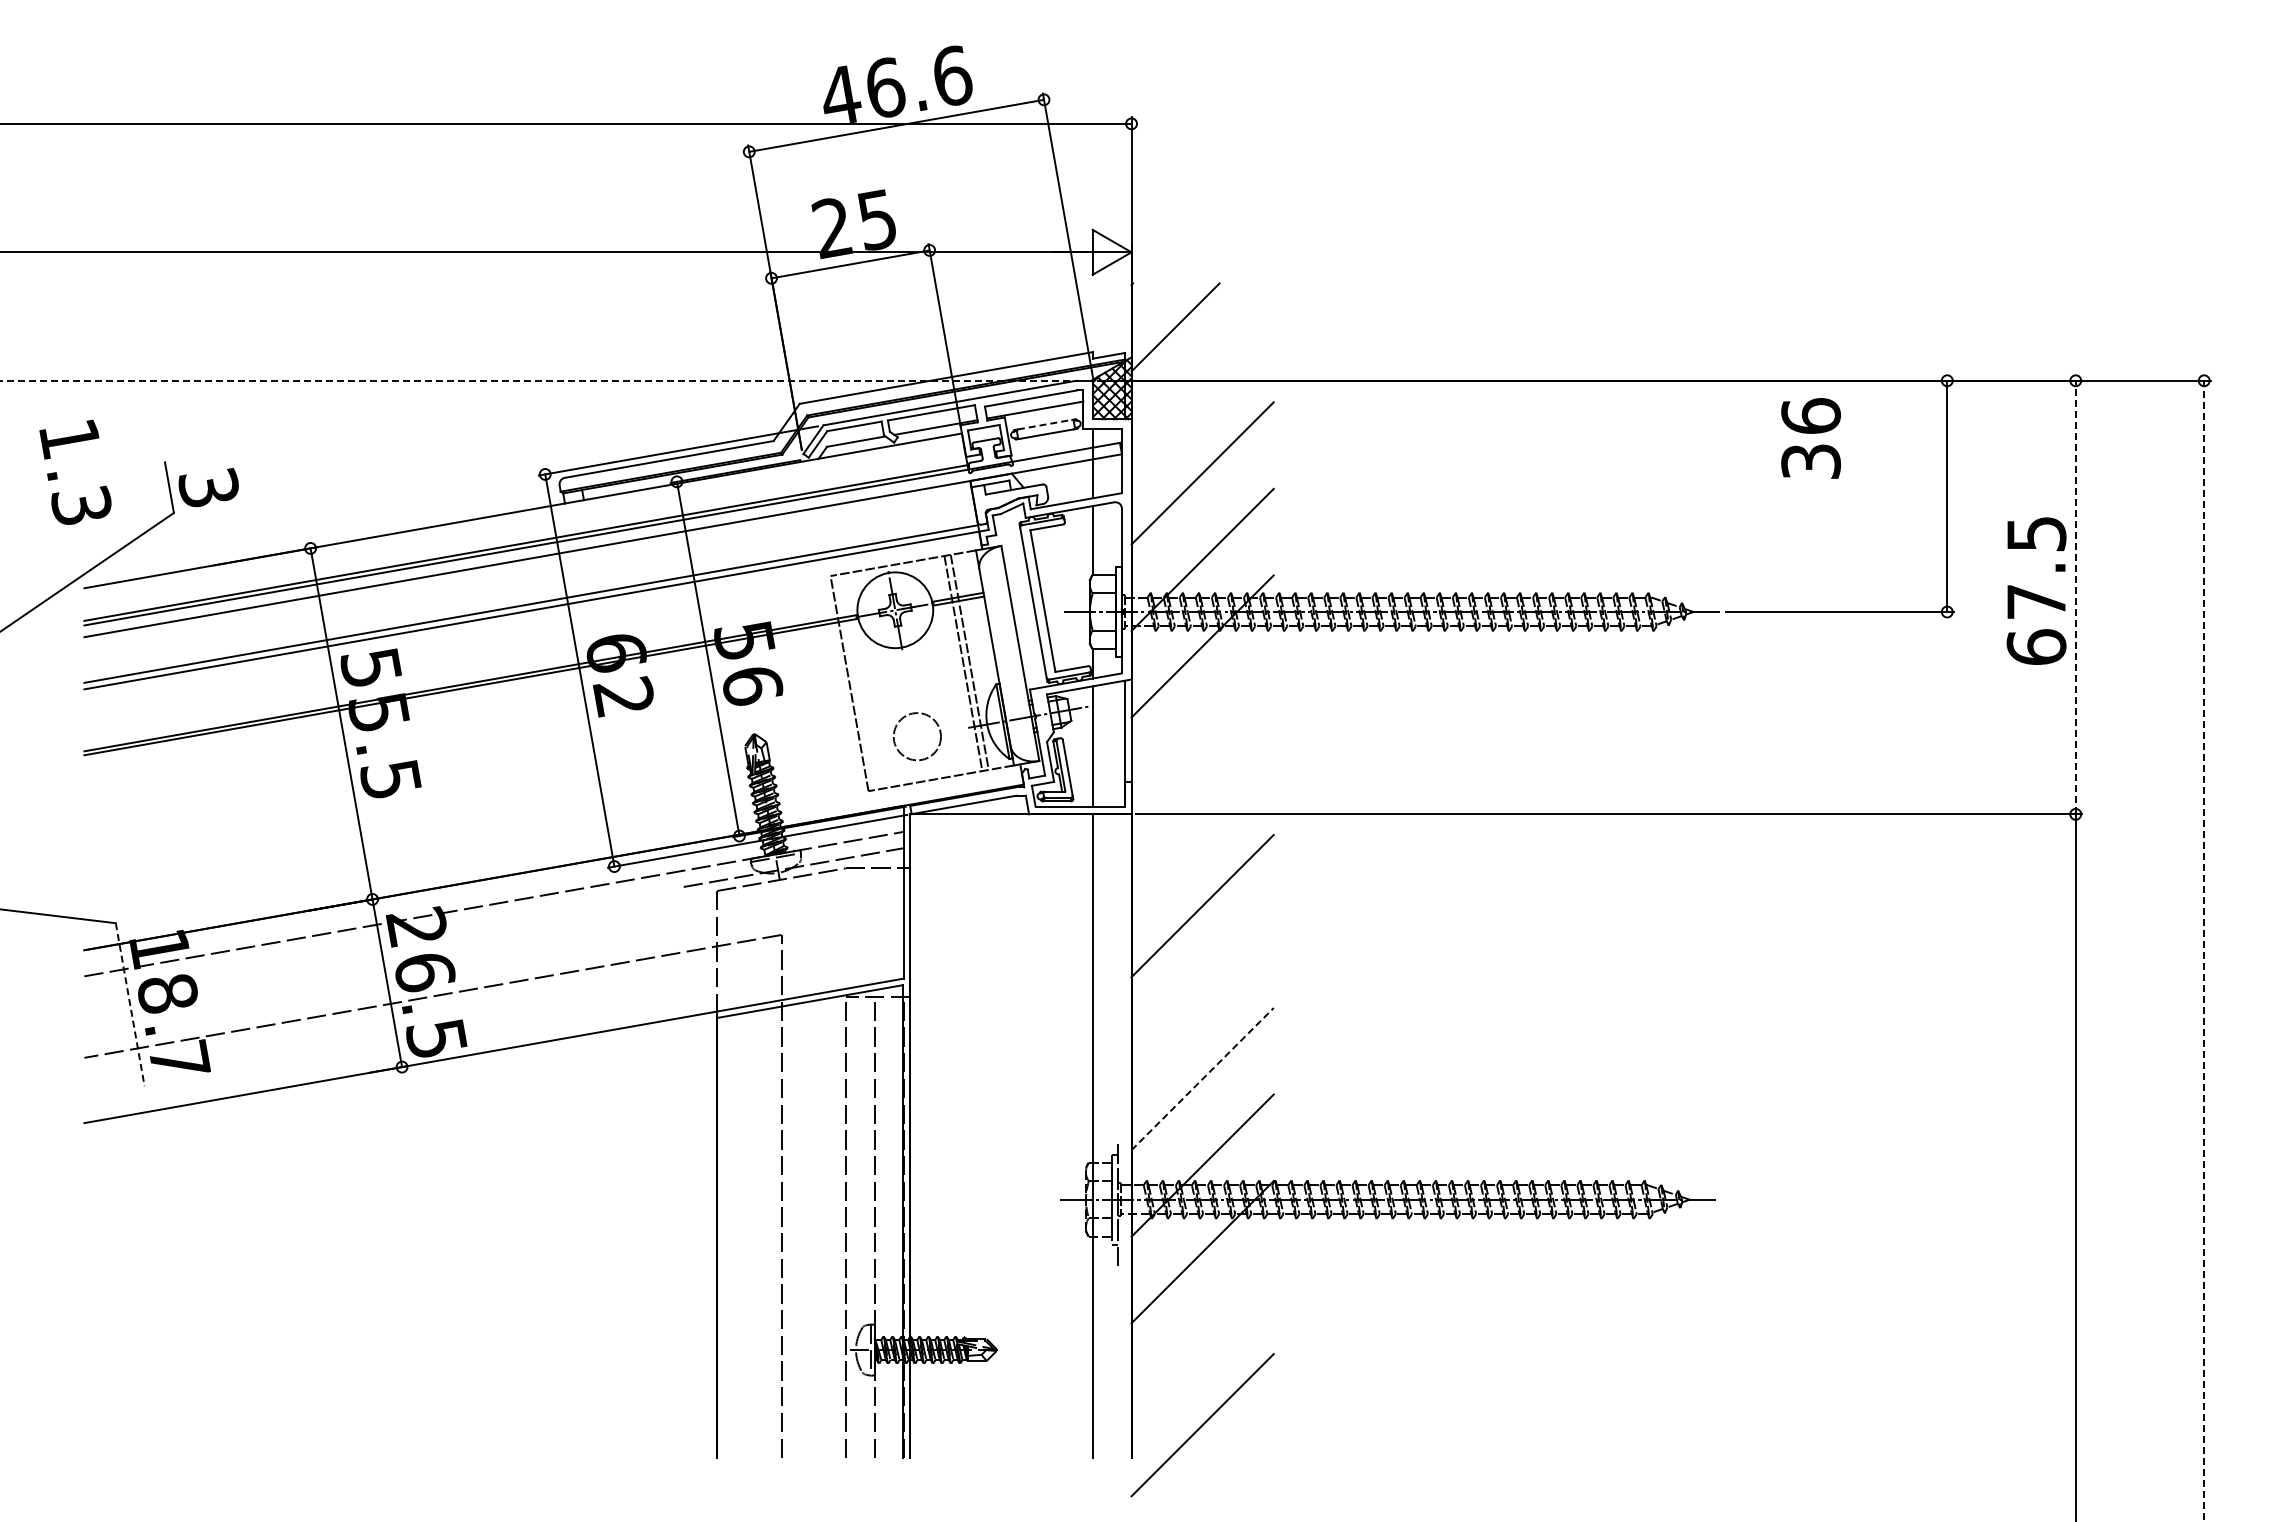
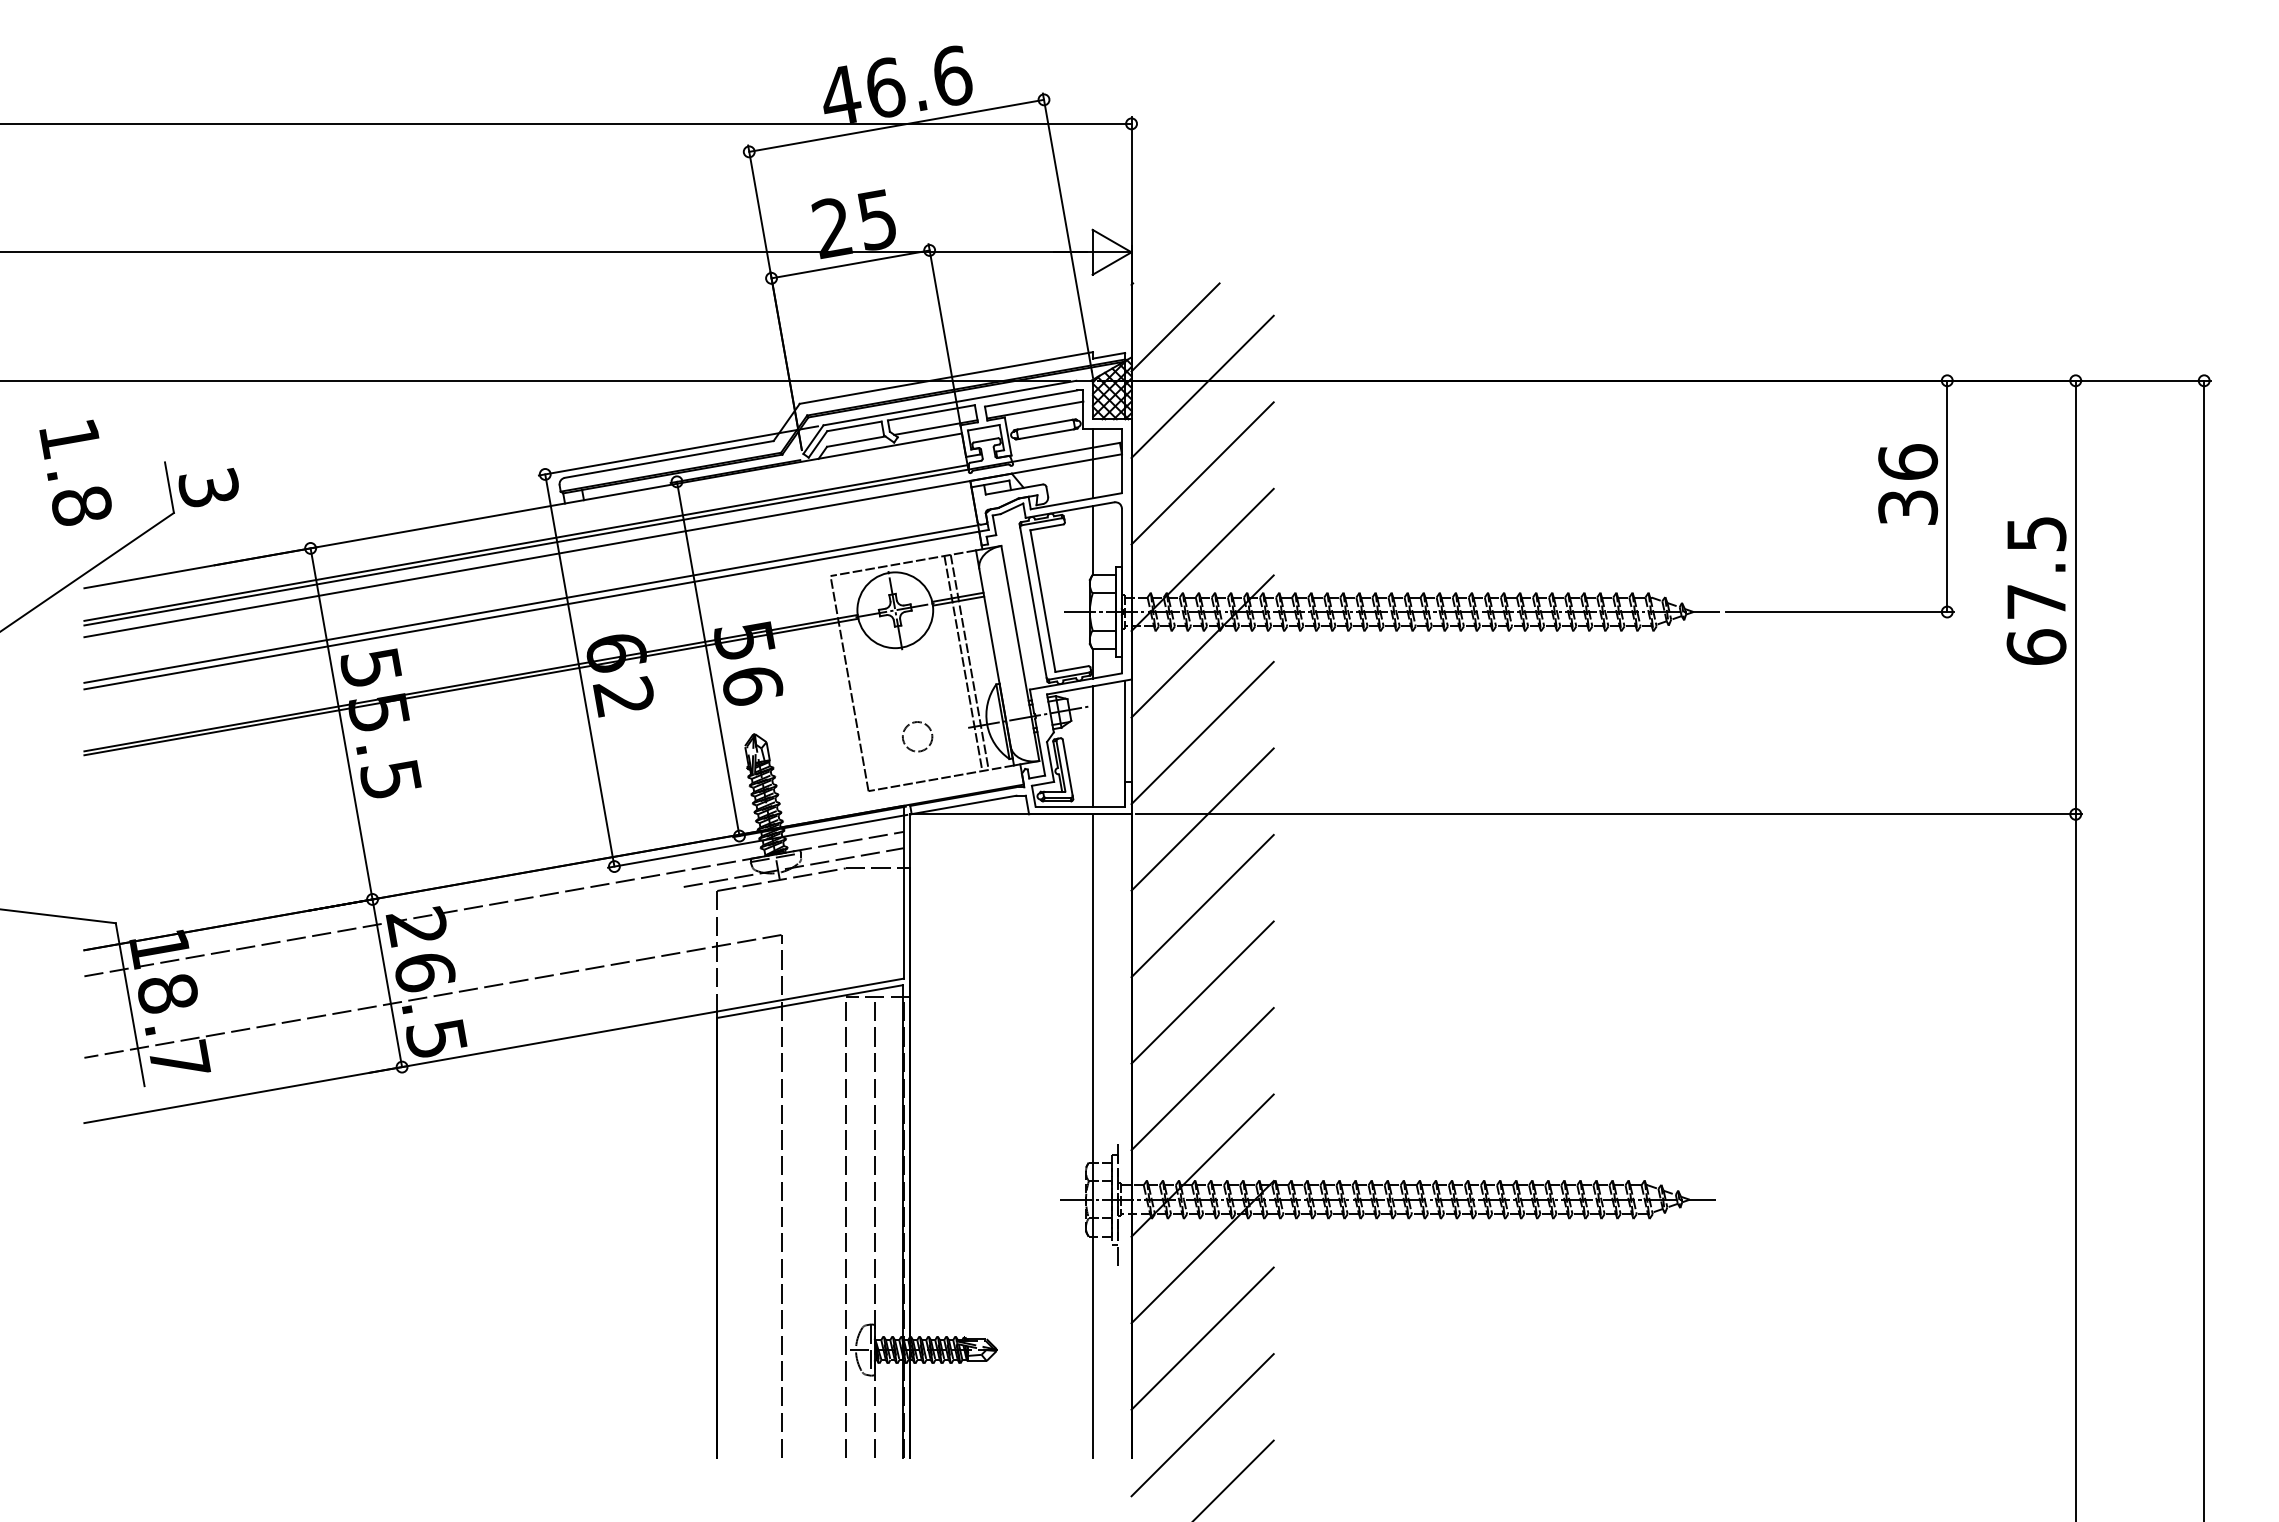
line at (535, 380): dashed -> solid
line at (1202, 386): none -> present
line at (1045, 424): dashed -> solid
text at (1811, 438) position: (1811, 438) -> (1908, 484)
text at (81, 505): 1.3 -> 1.8
line at (2075, 597): dashed -> solid
line at (1202, 732): none -> present
circle at (916, 736) size: 50x50 px -> 32x32 px
line at (1202, 819): none -> present
line at (2204, 951): dashed -> solid
line at (1202, 992): none -> present
line at (130, 1004): dashed -> solid
line at (1202, 1079): dashed -> solid
line at (1202, 1338): none -> present
line at (1234, 1479): none -> present
